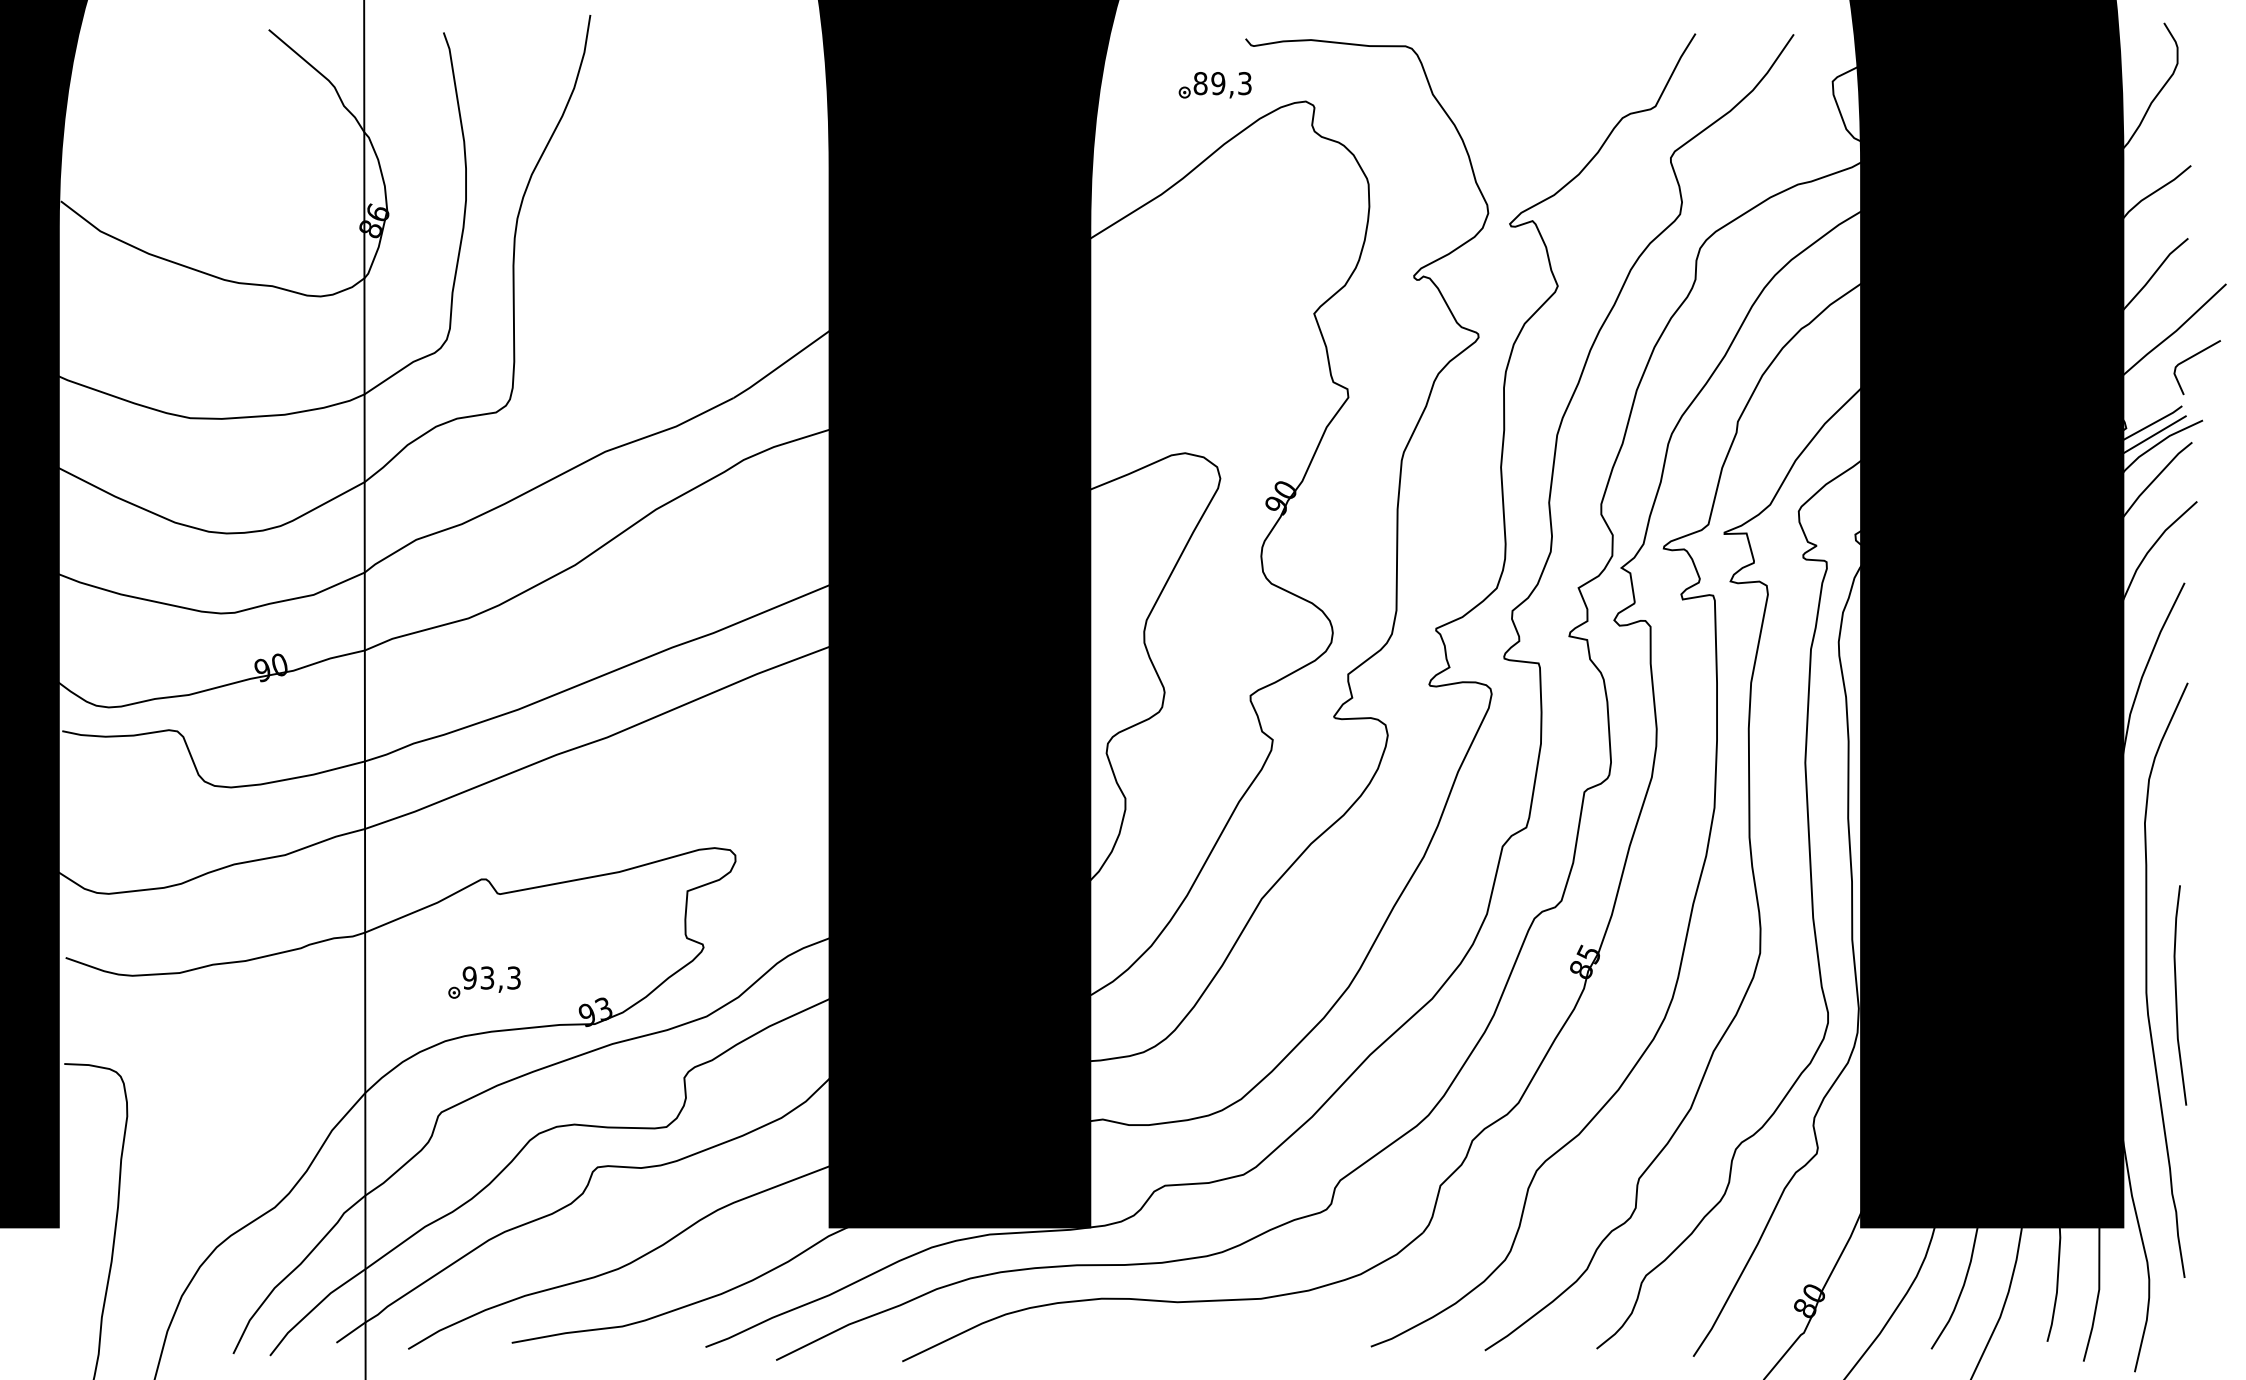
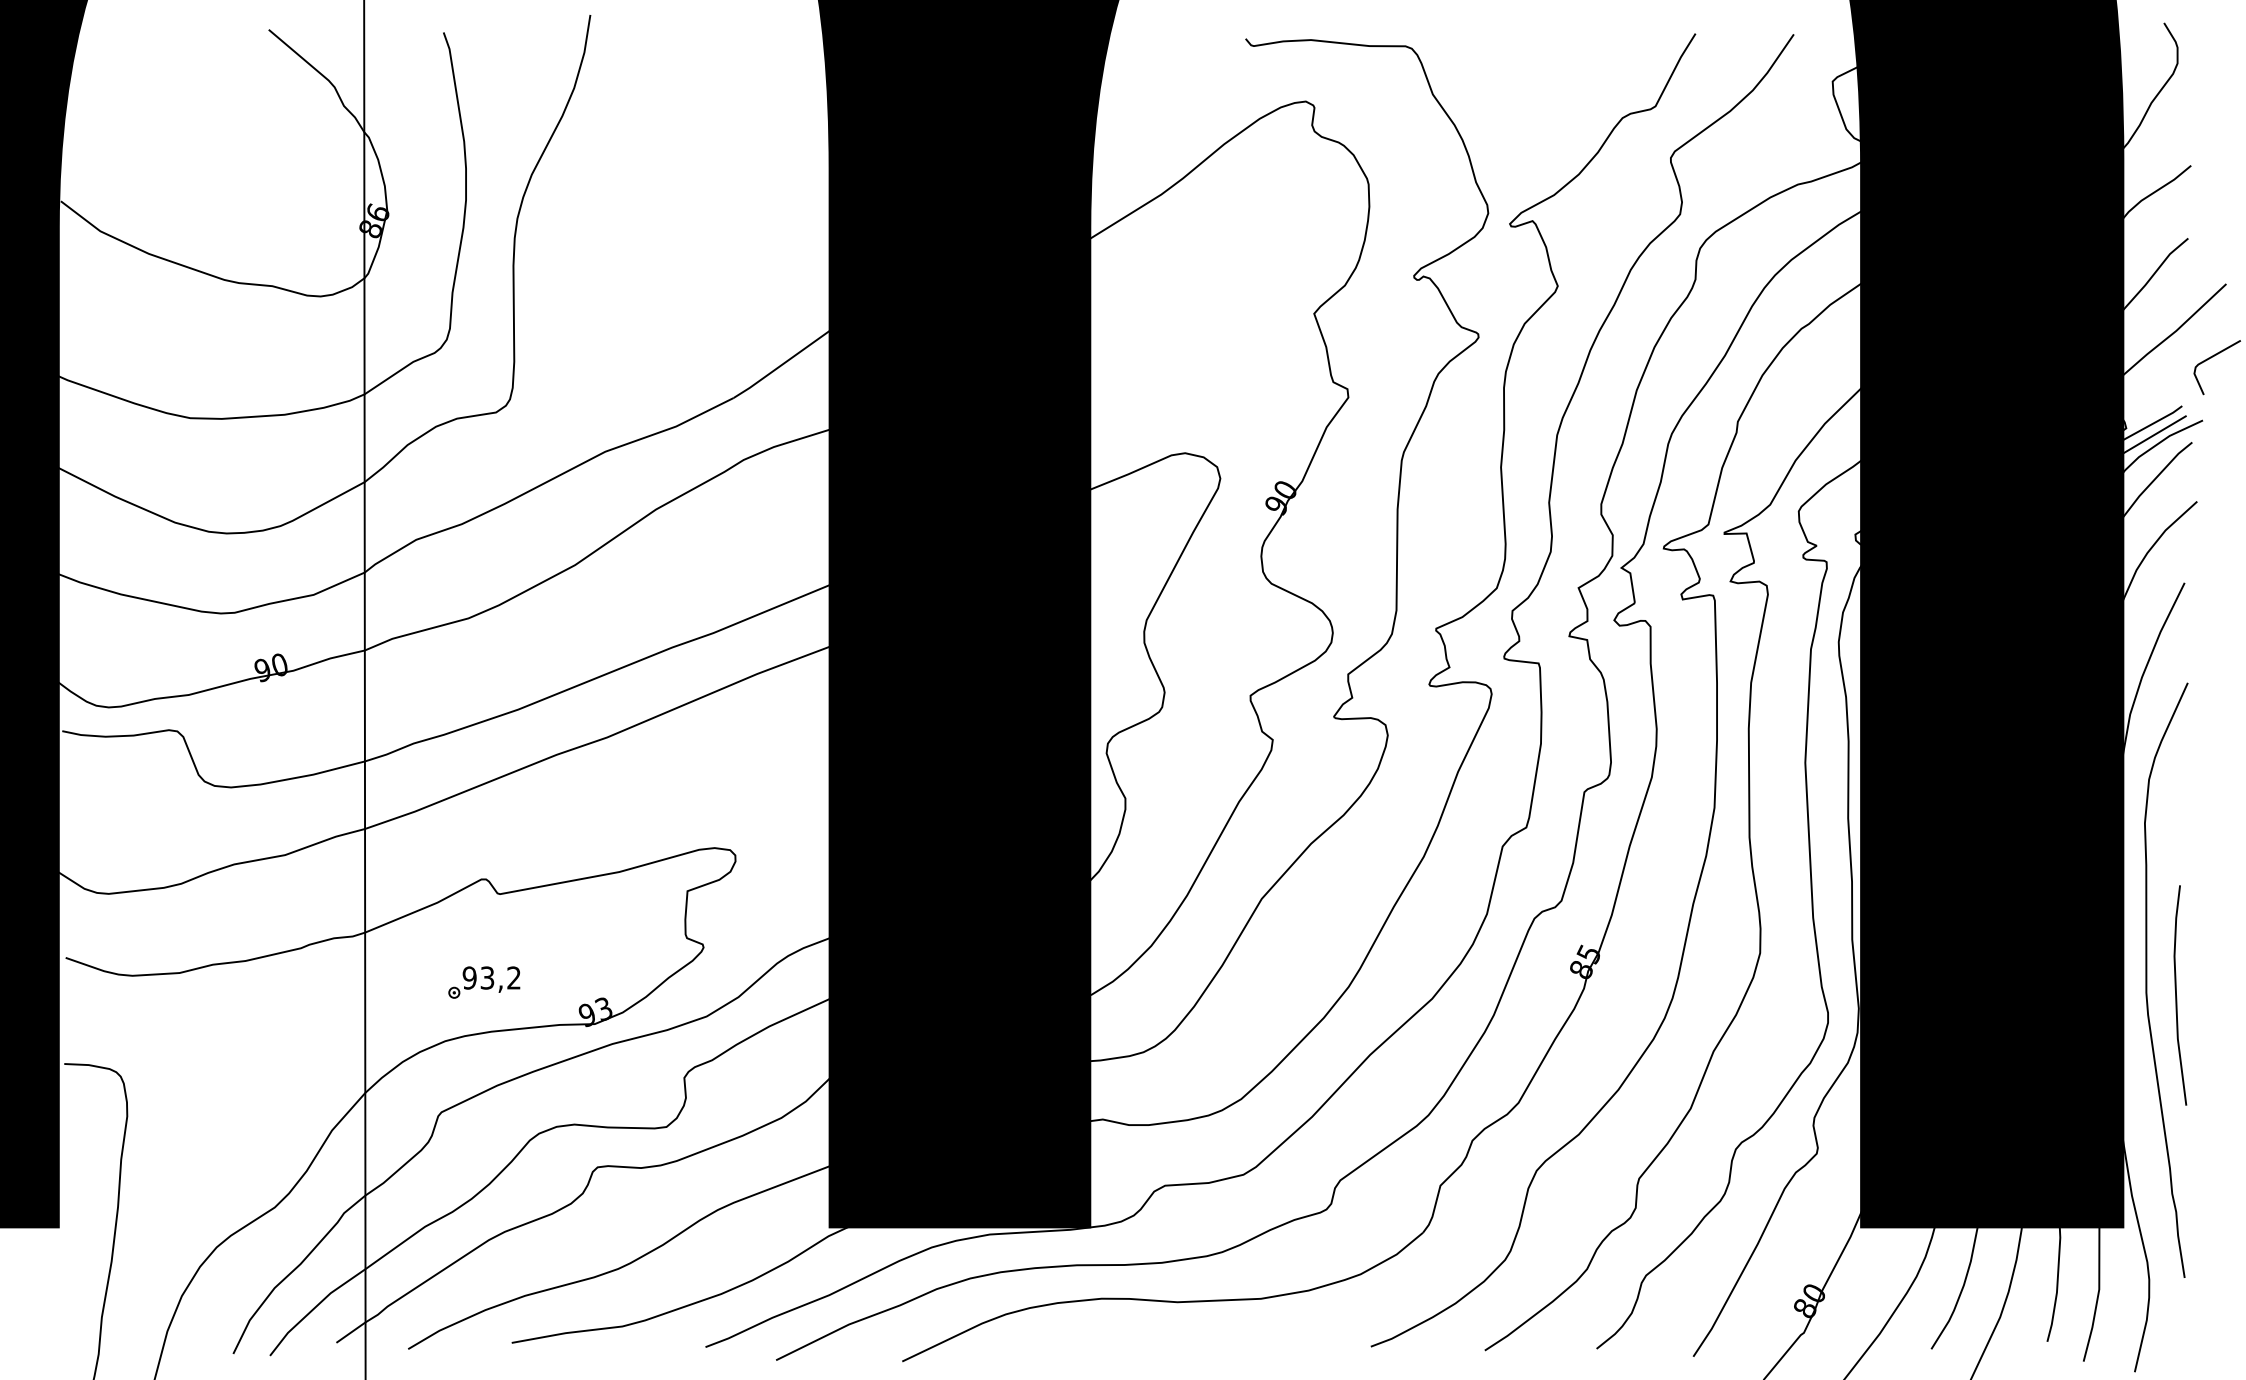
part at (1214, 85): present -> none
line at (2191, 358) position: (2191, 358) -> (2211, 358)
text at (513, 977): 93,3 -> 93,2
